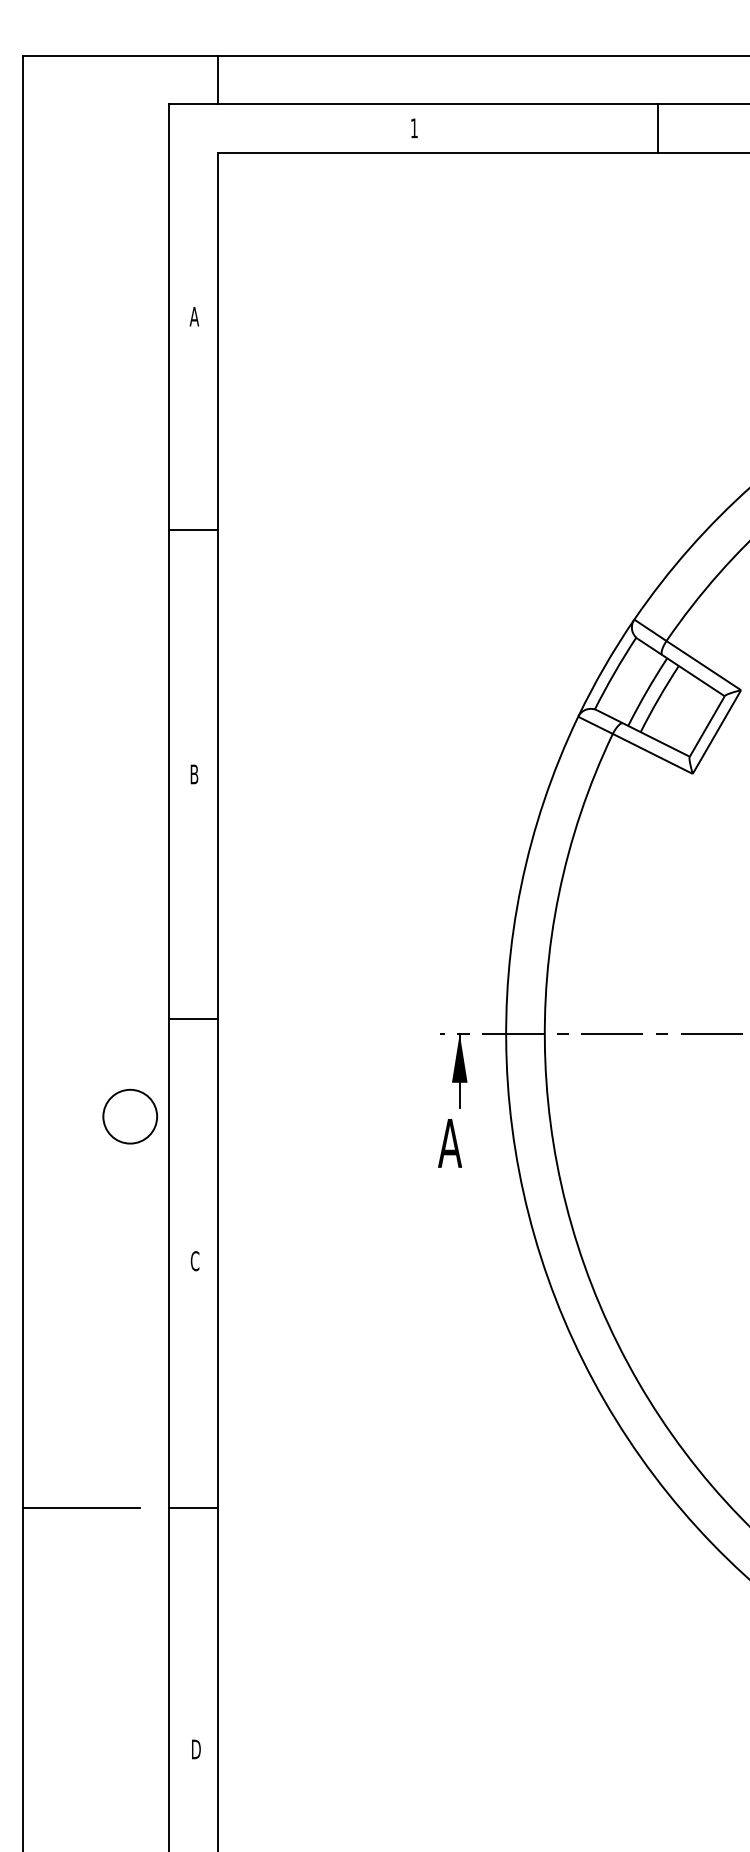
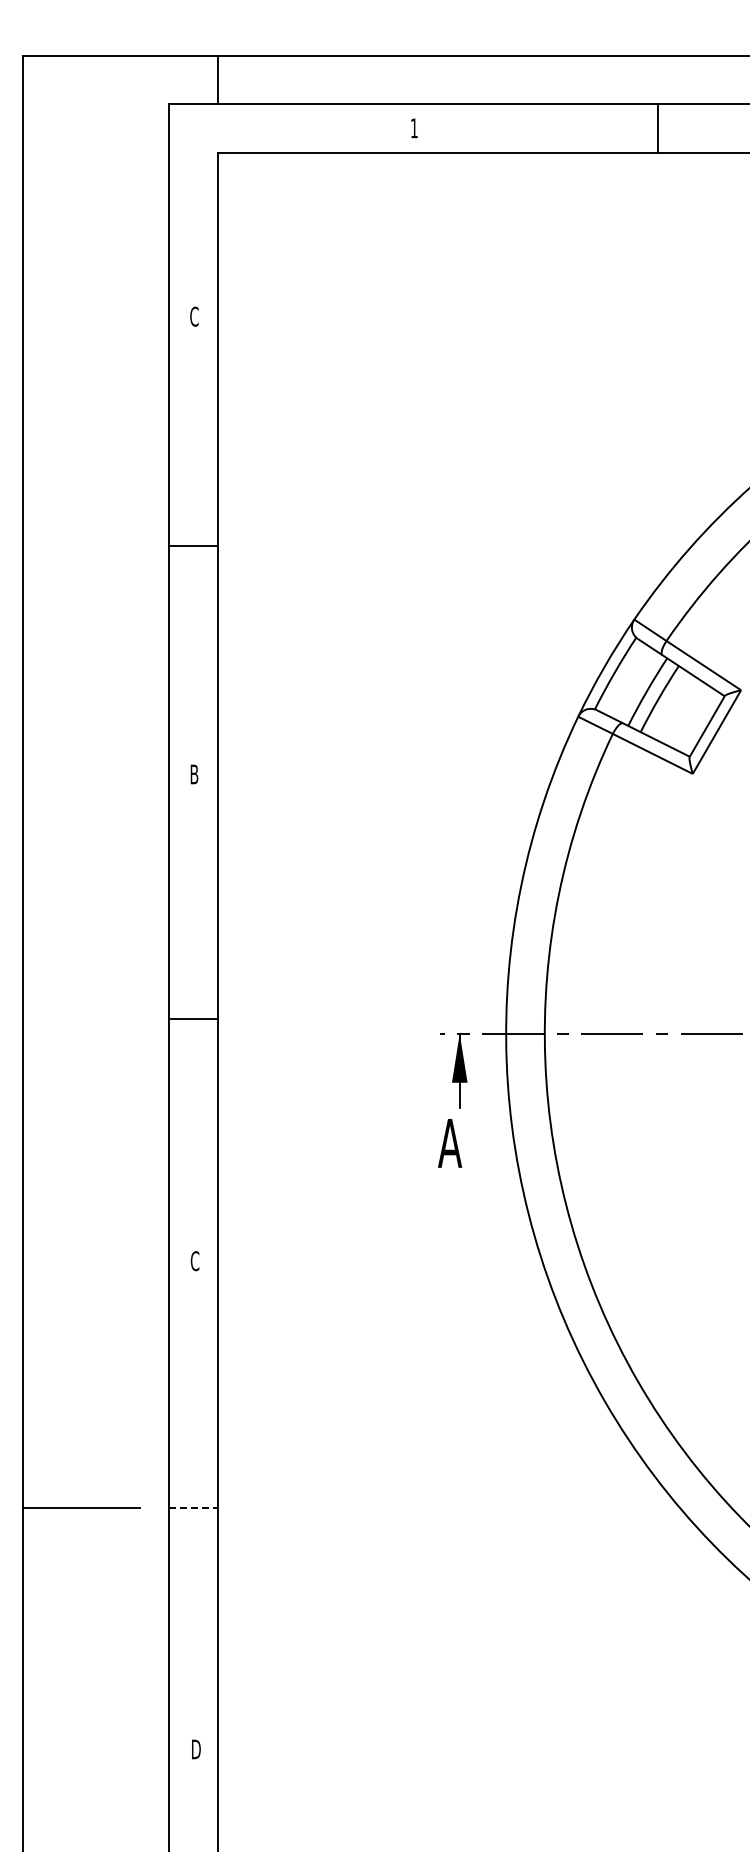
text at (194, 316): A -> C
line at (193, 529) position: (193, 529) -> (193, 545)
circle at (130, 1116): present -> none
line at (194, 1507): solid -> dashed
